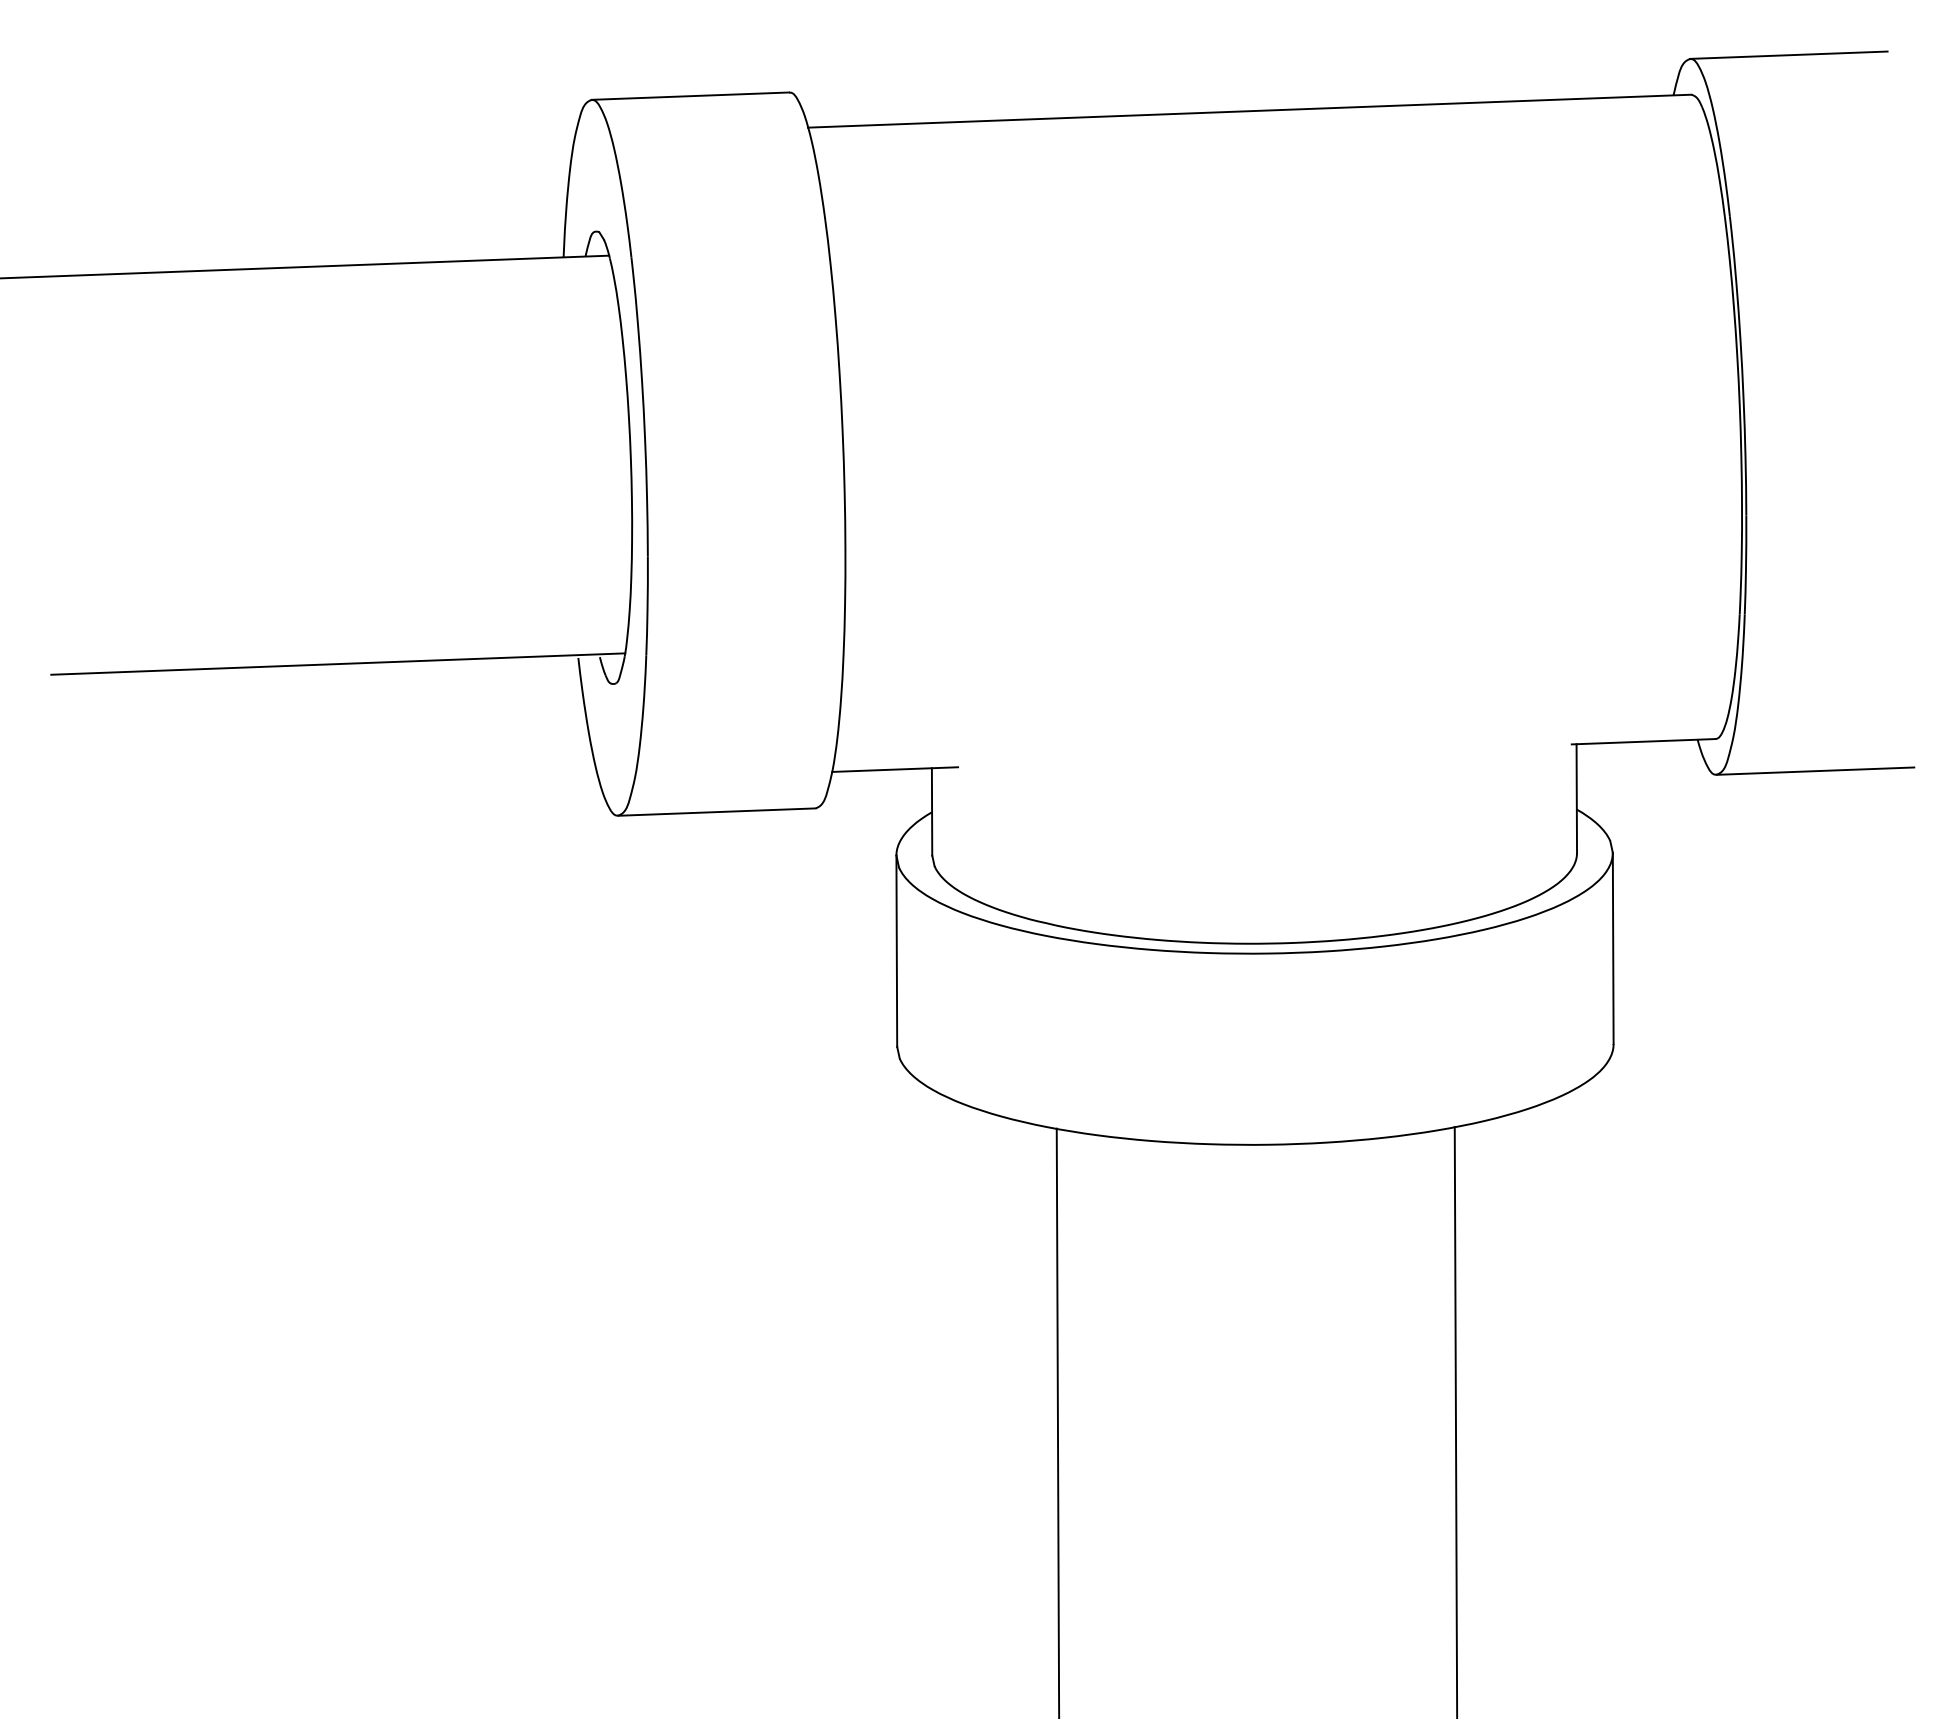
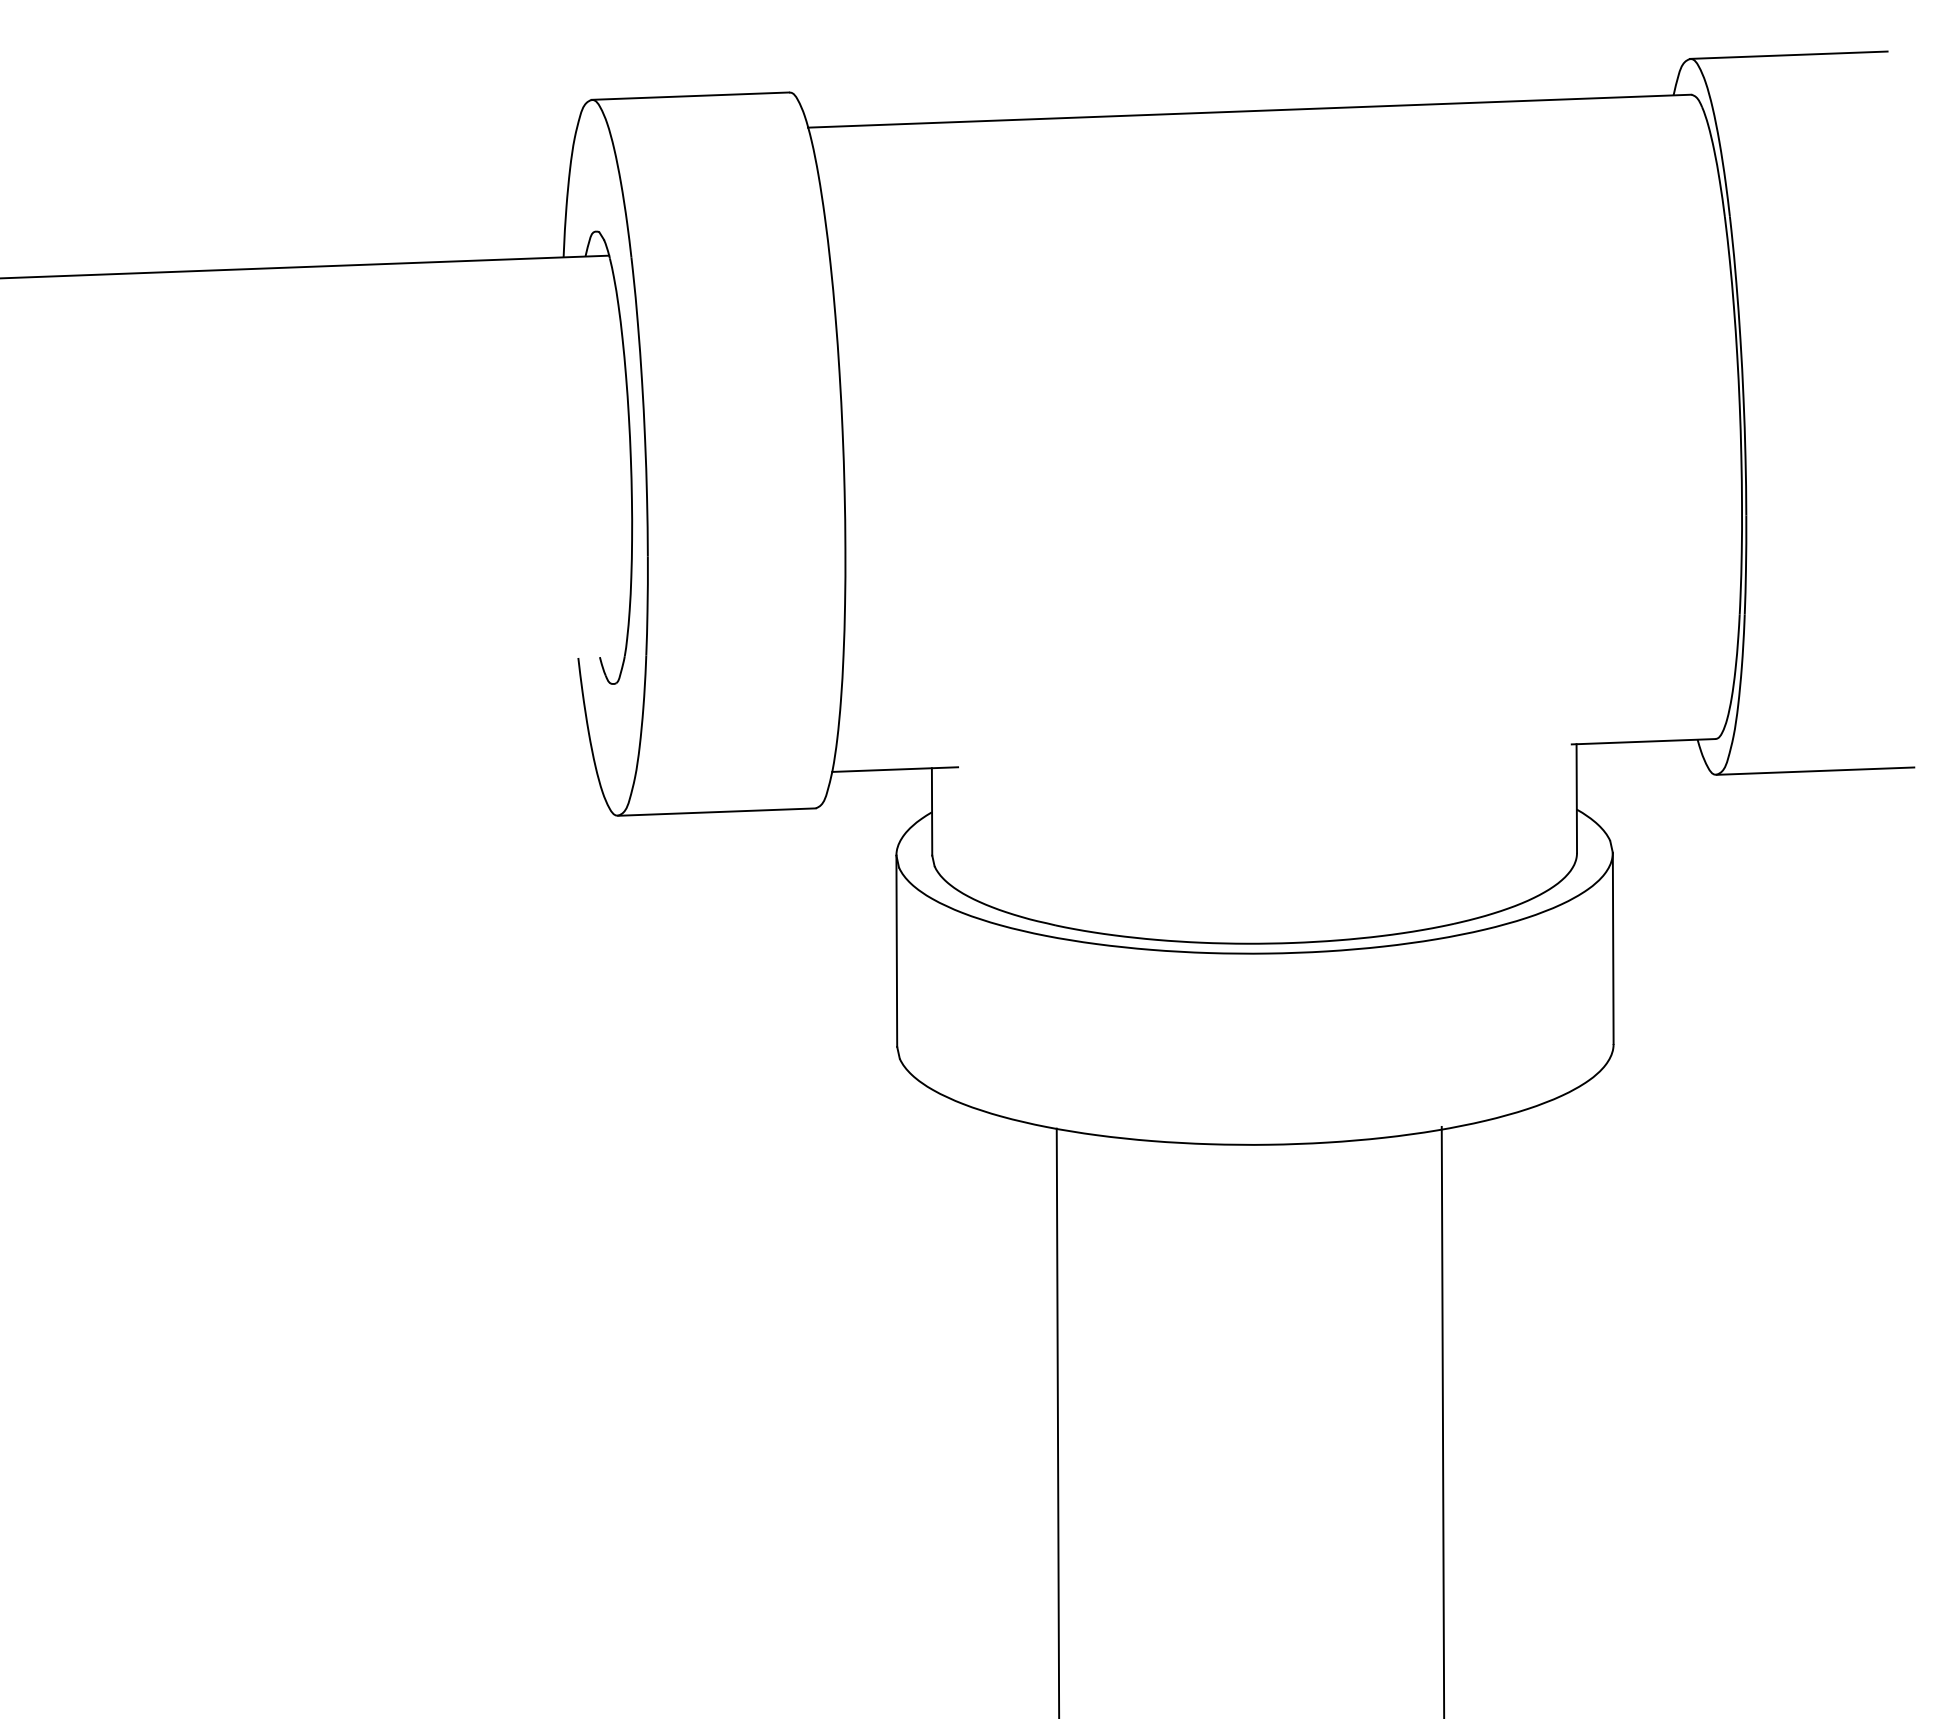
line at (338, 663): present -> none
line at (1455, 1420) position: (1455, 1420) -> (1442, 1420)
